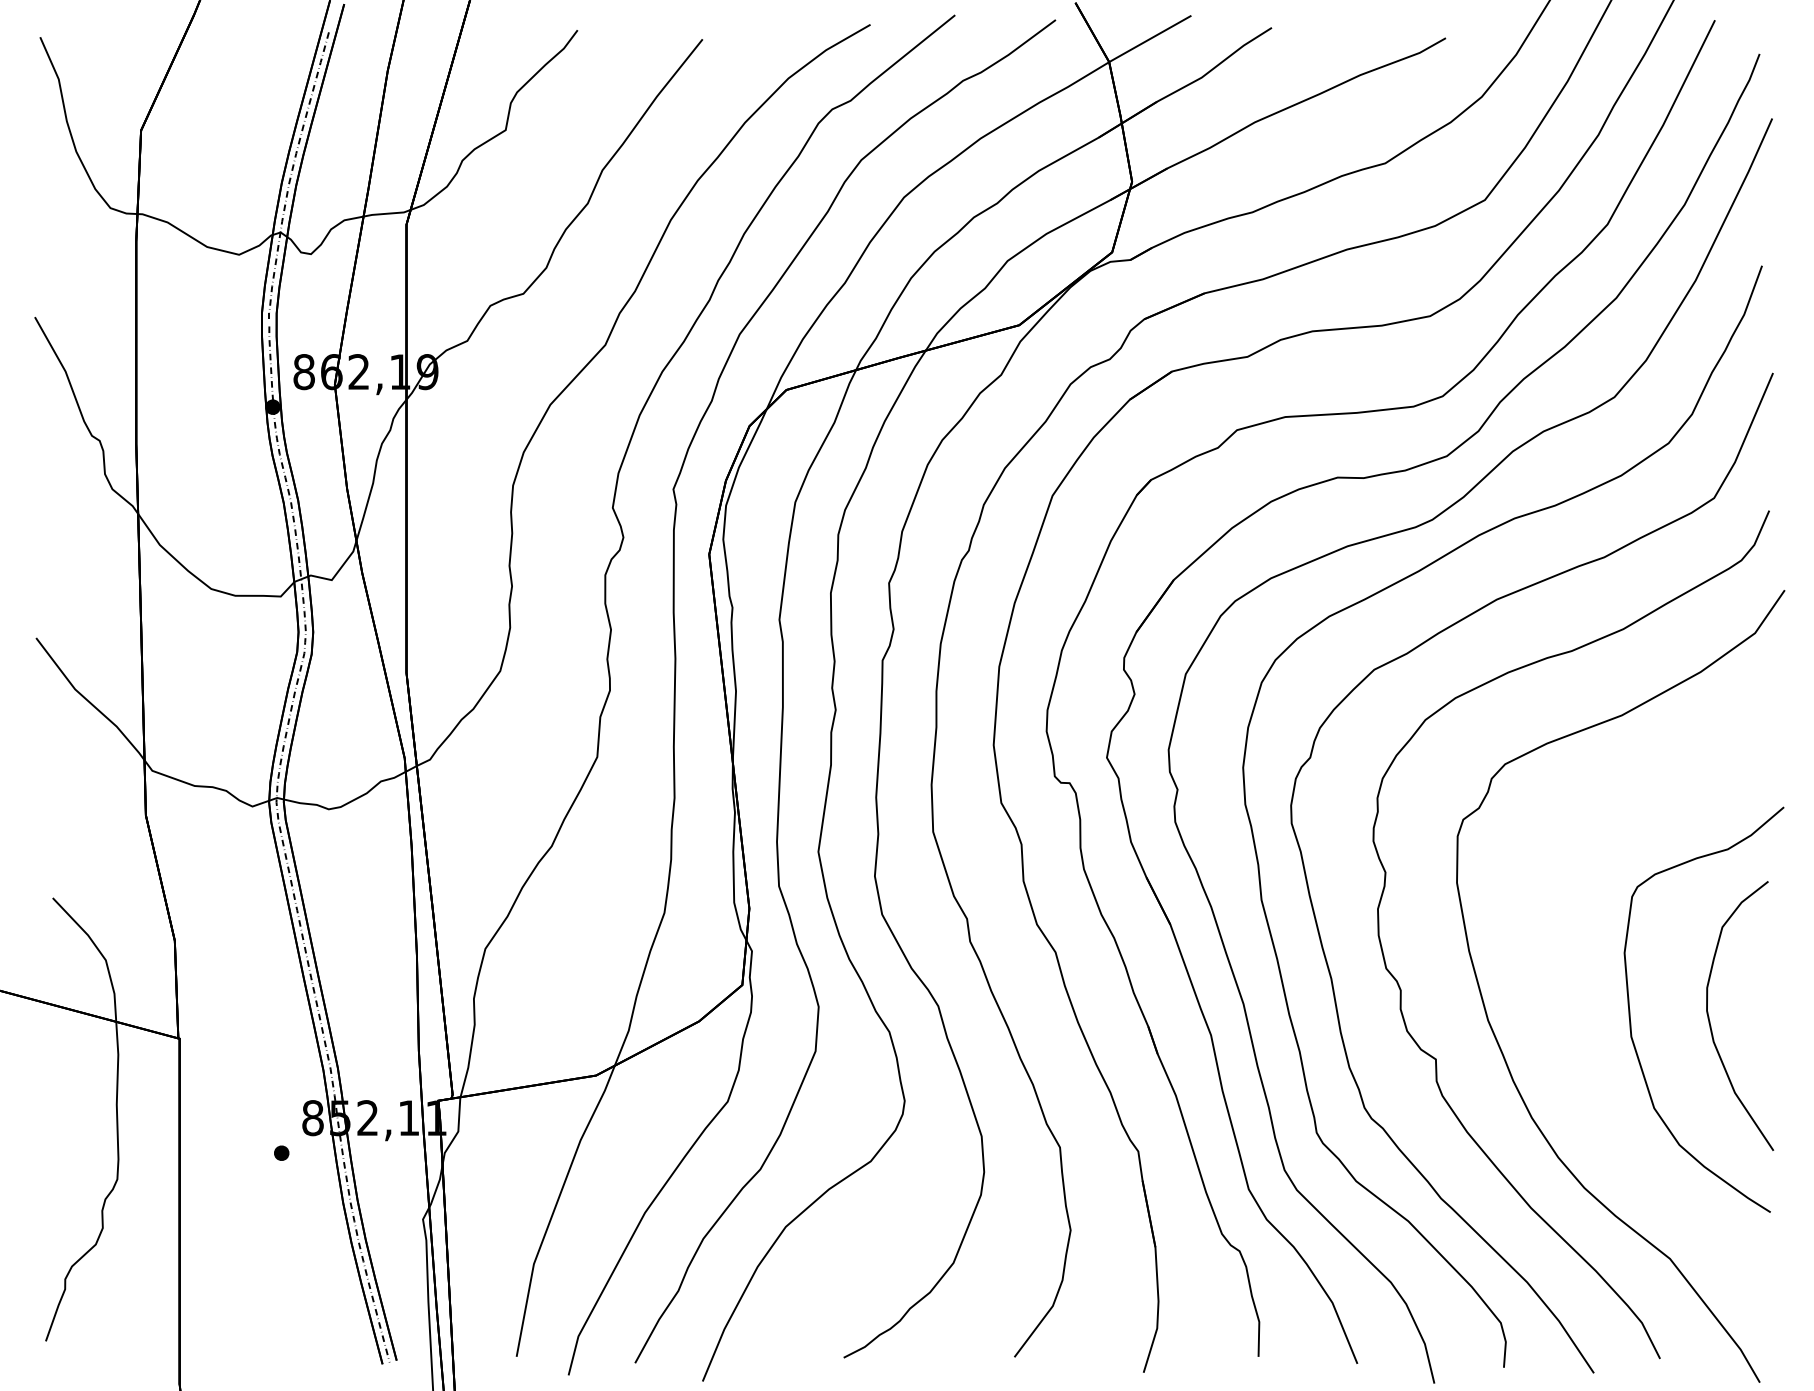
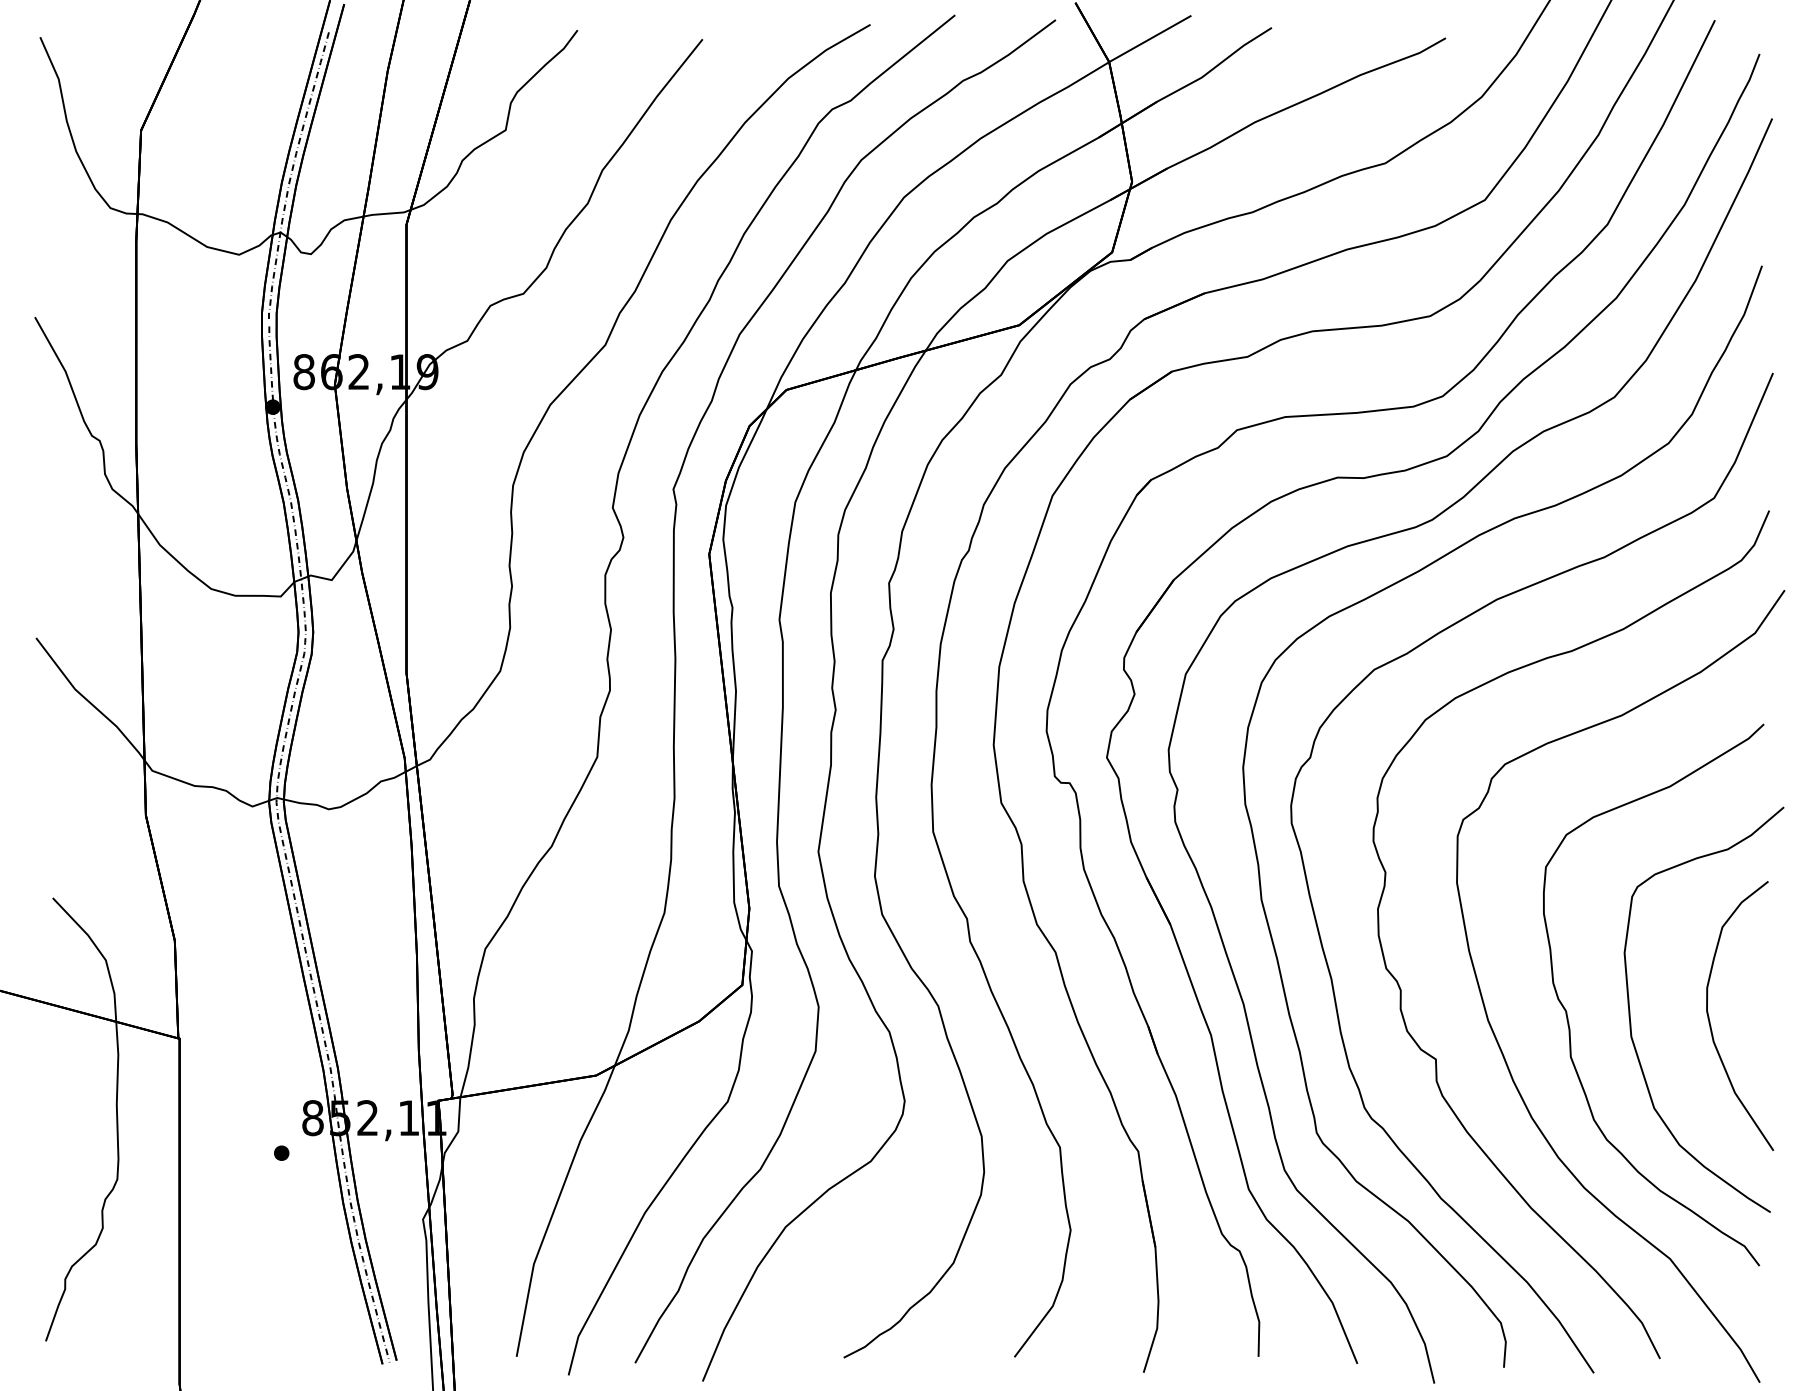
curve at (1567, 1012): none -> present
